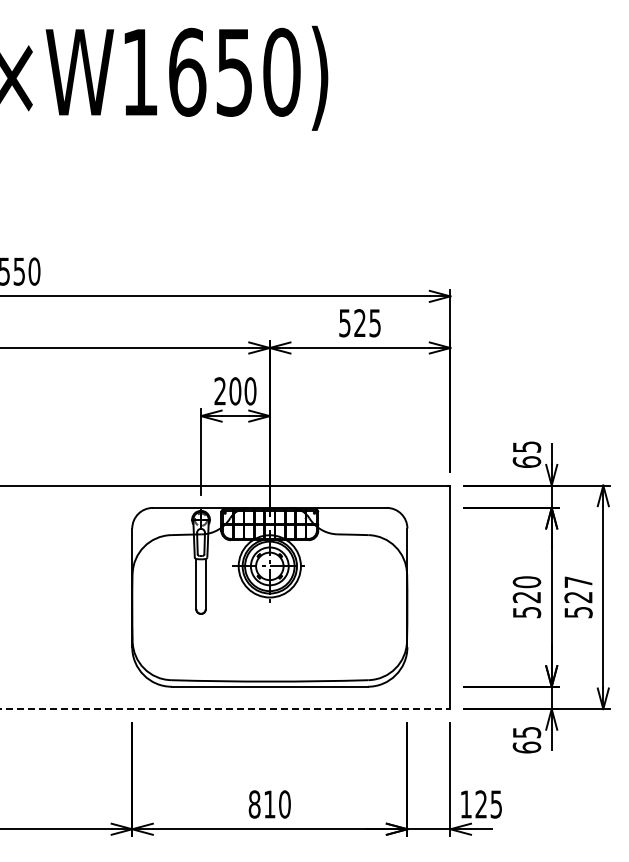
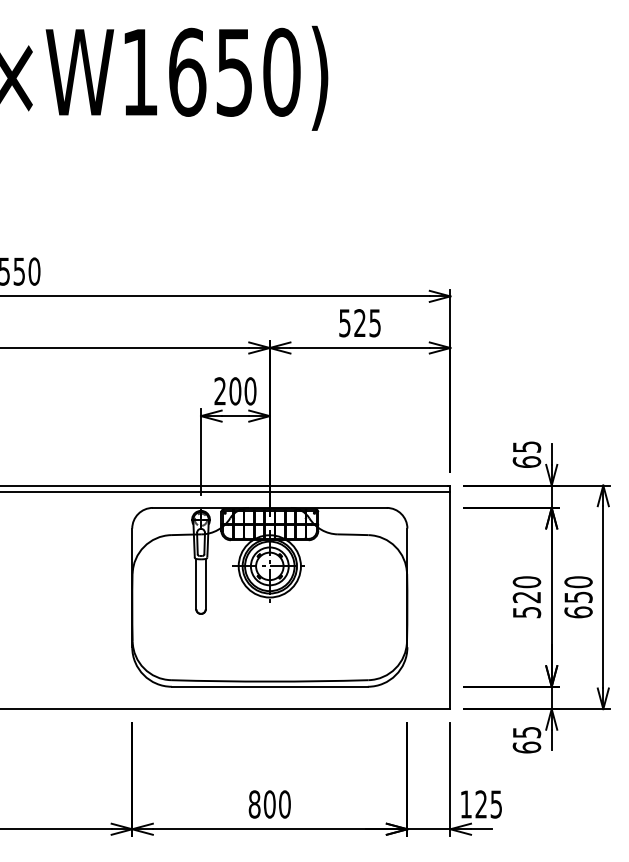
line at (226, 492): none -> present
text at (578, 597): 527 -> 650
line at (225, 709): dashed -> solid
text at (269, 804): 810 -> 800
